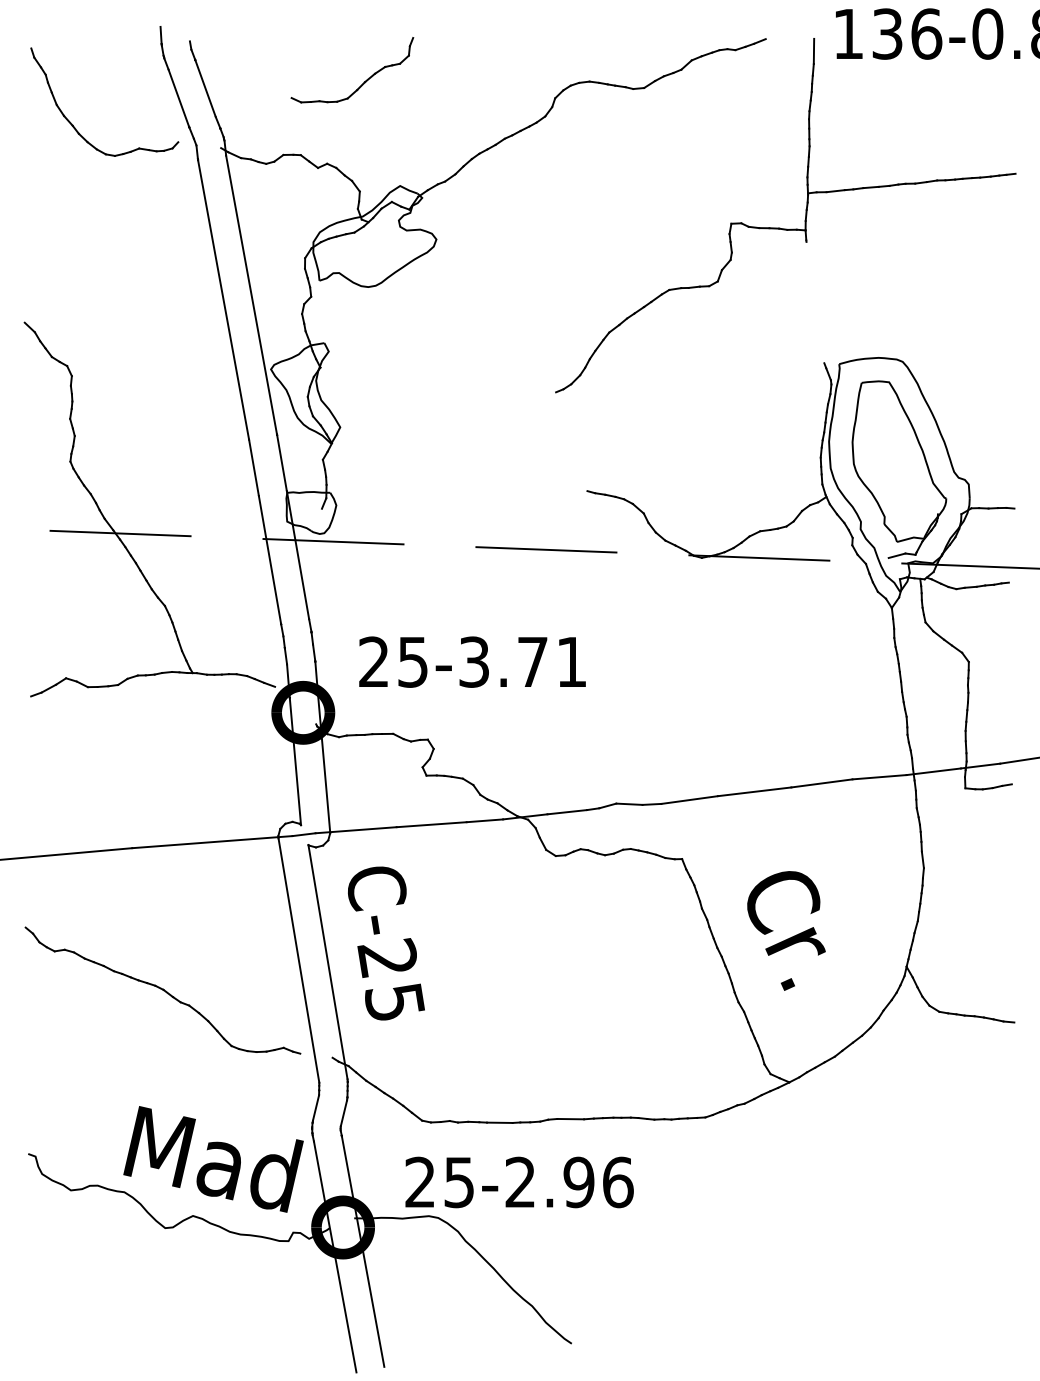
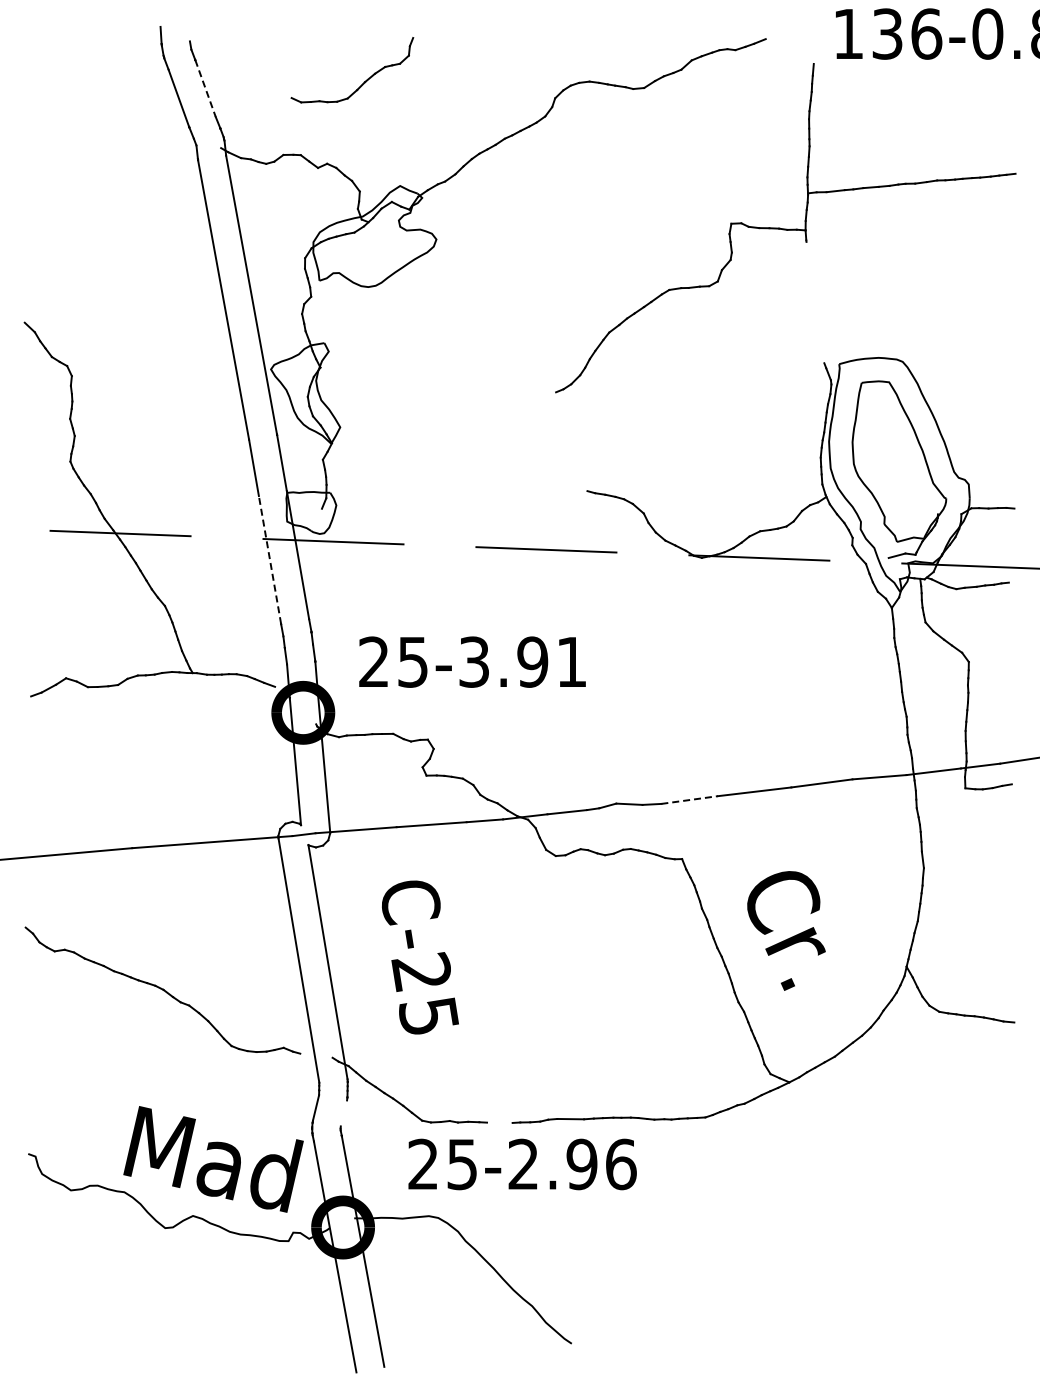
line at (813, 50): present -> none
line at (205, 88): solid -> dashed
part at (73, 124): present -> none
line at (269, 559): solid -> dashed
text at (532, 661): 25-3.71 -> 25-3.91
line at (689, 800): solid -> dashed
text at (386, 943) position: (386, 943) -> (420, 957)
line at (343, 1113): present -> none
line at (499, 1122): present -> none
text at (519, 1182) position: (519, 1182) -> (522, 1164)
